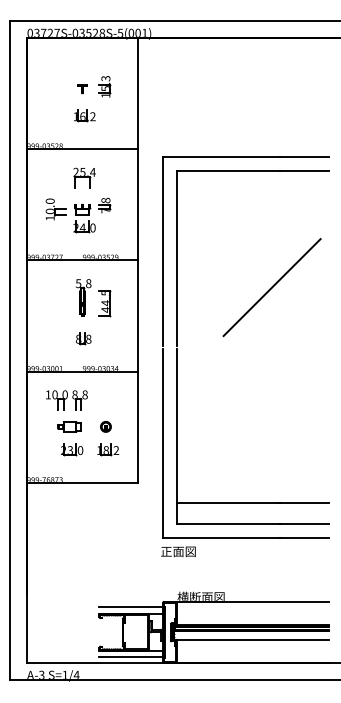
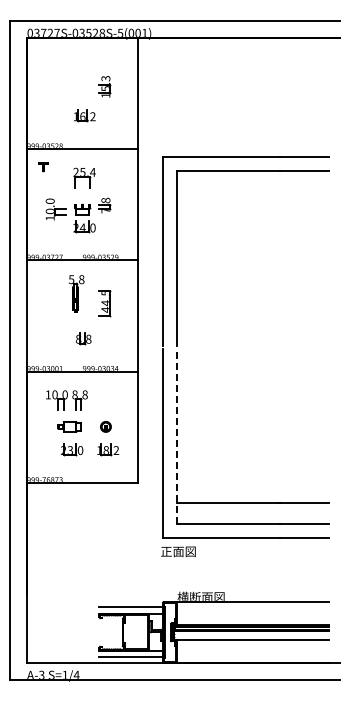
part at (82, 89) position: (82, 89) -> (43, 167)
line at (271, 287): present -> none
part at (83, 297) position: (83, 297) -> (76, 293)
line at (177, 435): solid -> dashed
